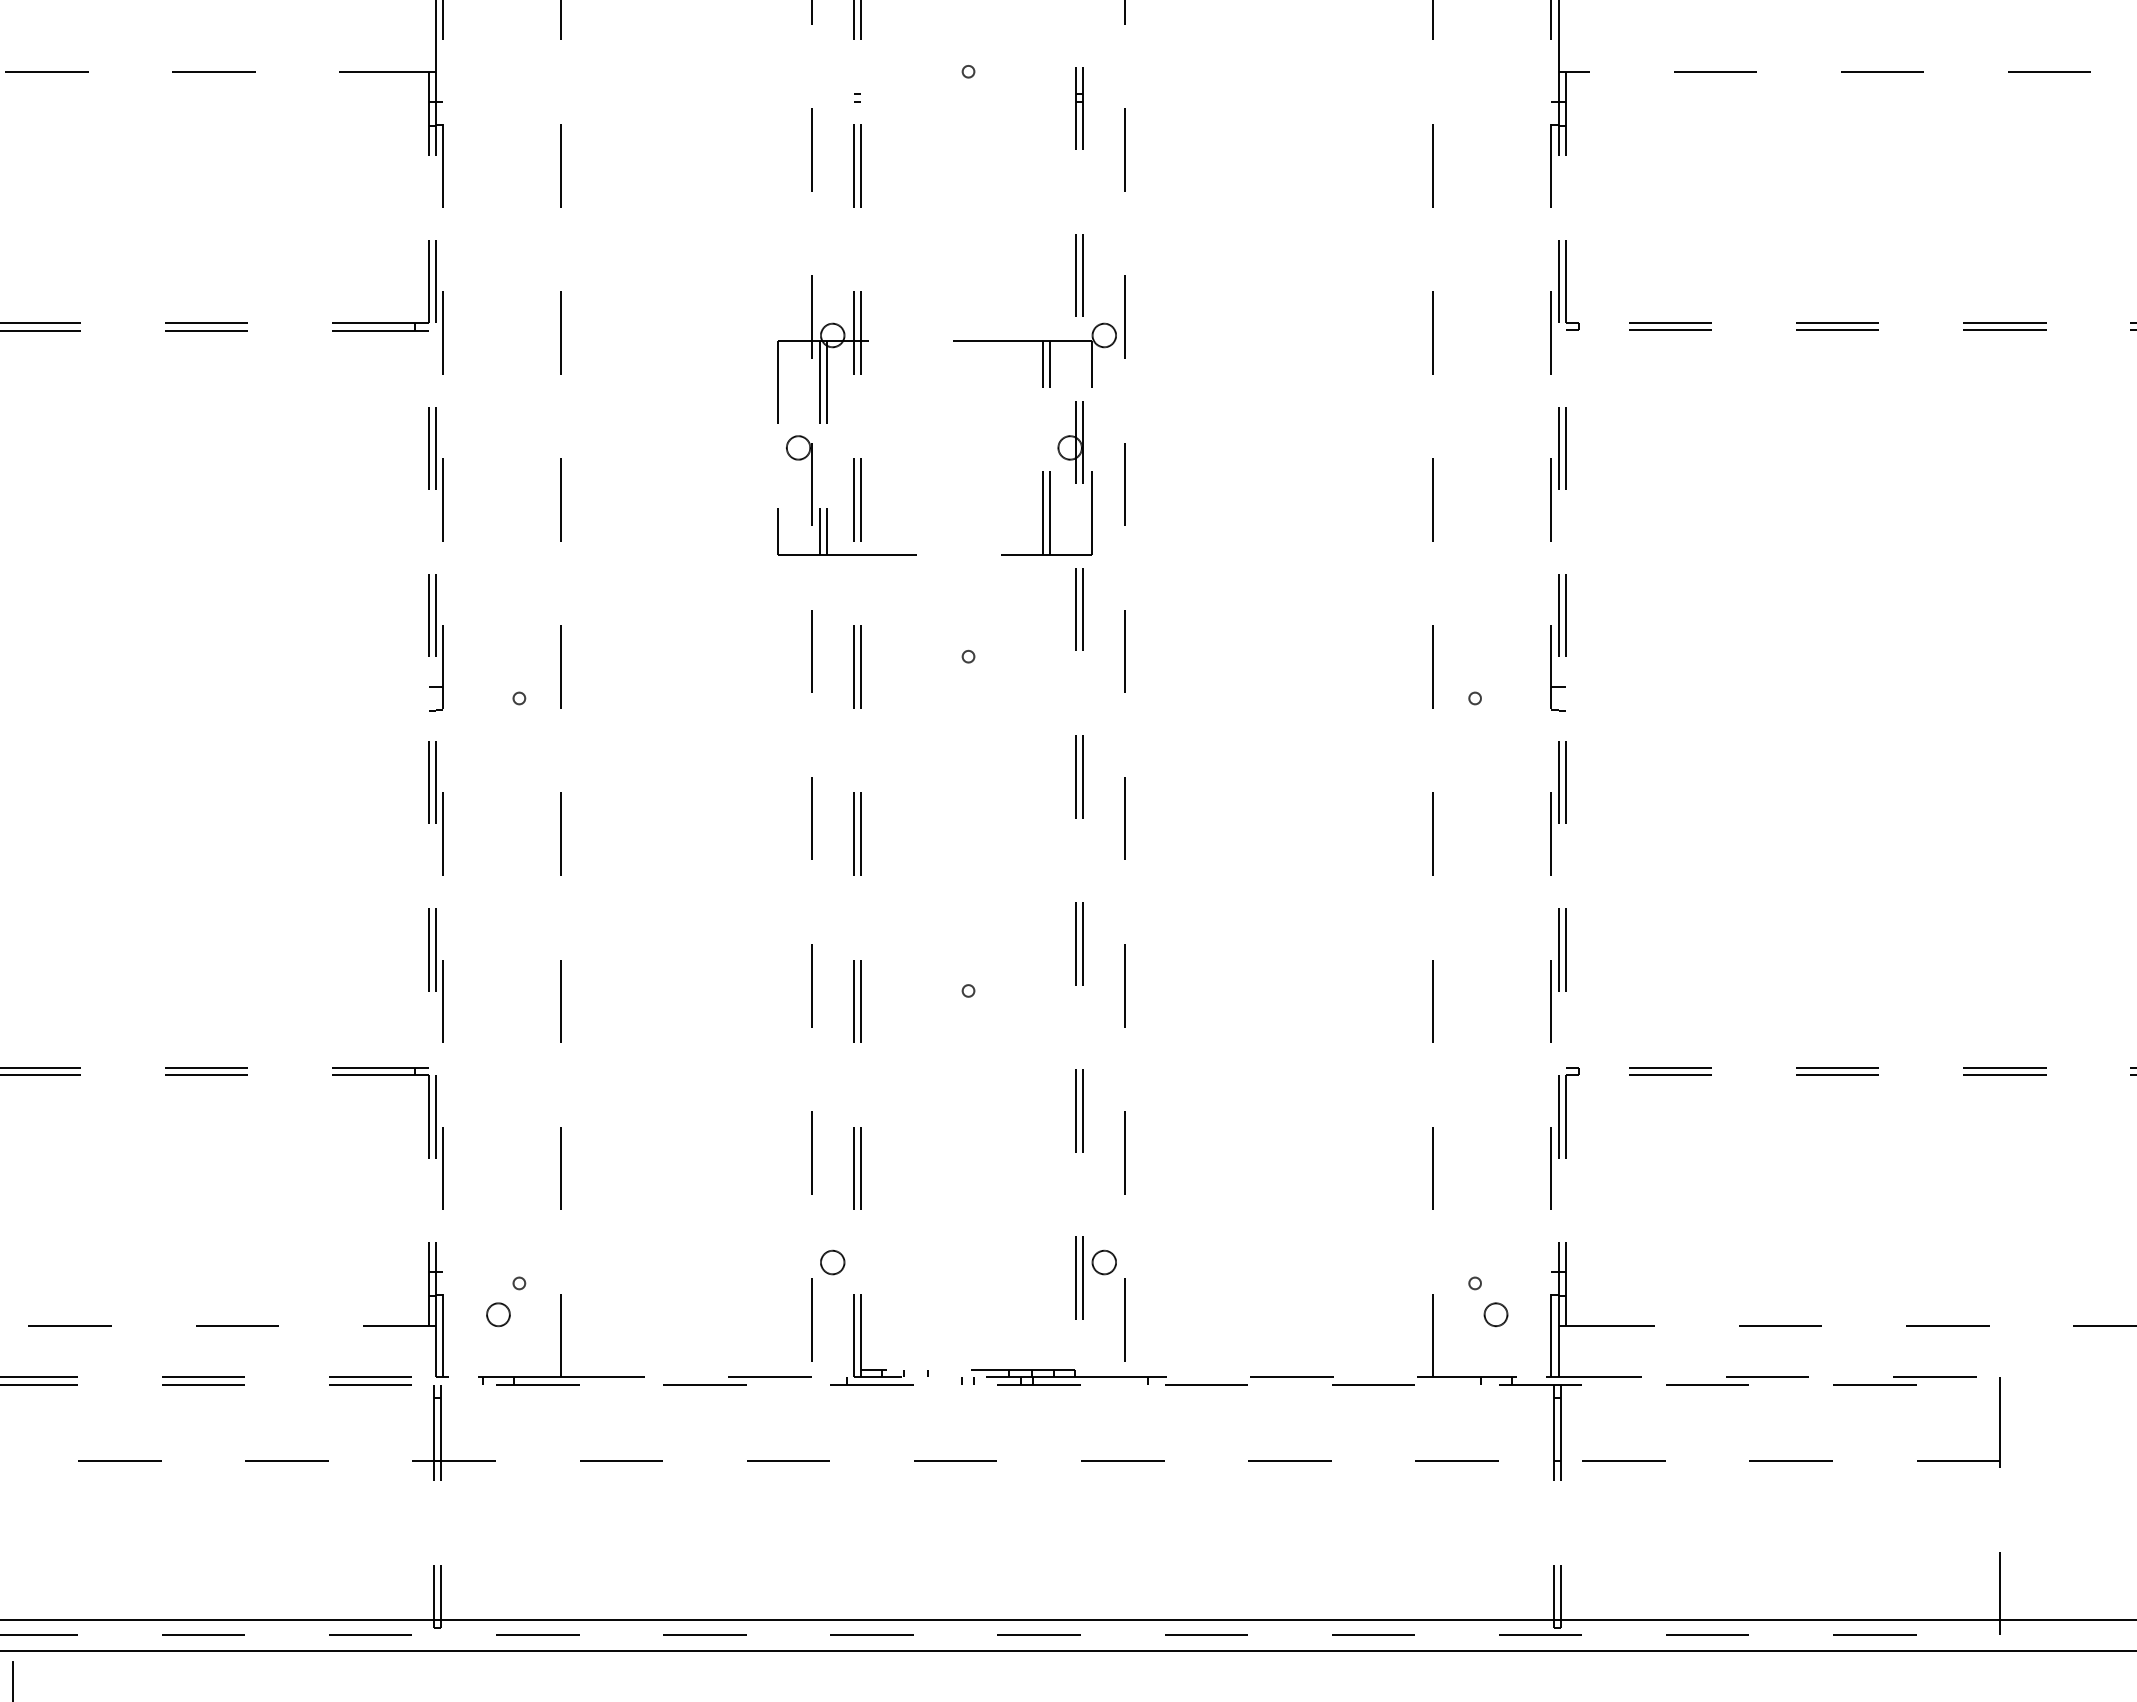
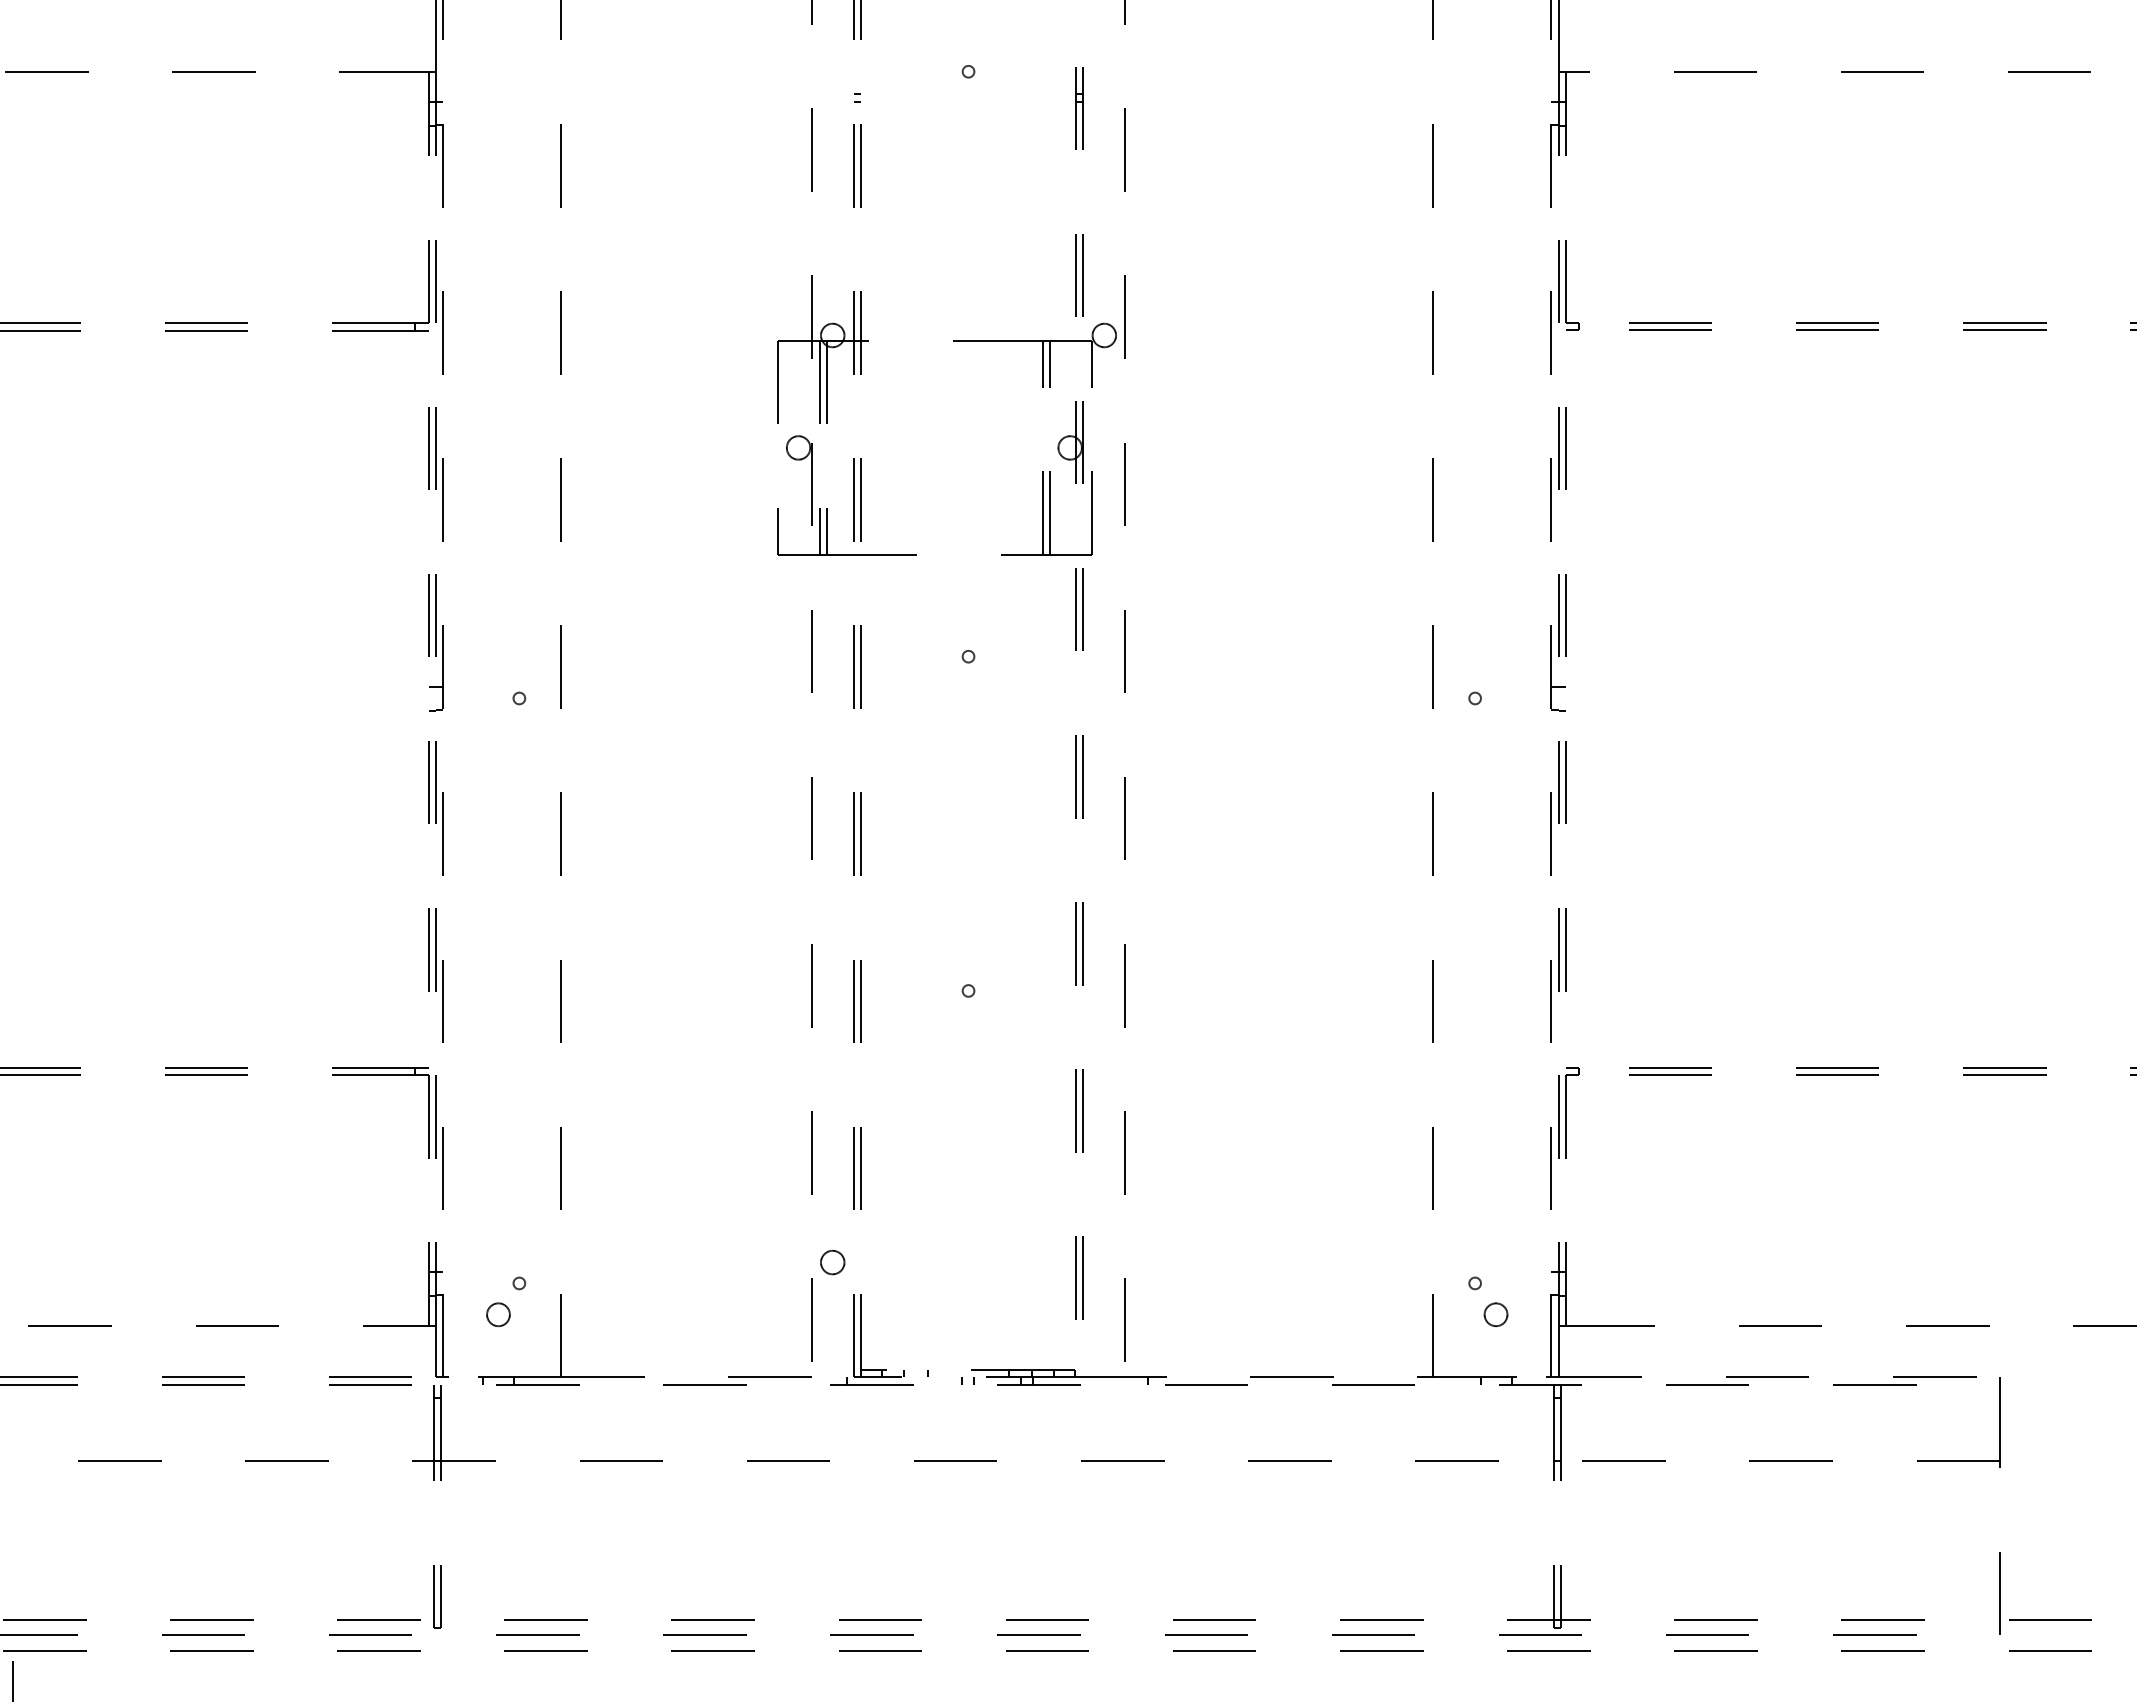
circle at (1103, 1262): present -> none
line at (1068, 1619): solid -> dashed
line at (1068, 1651): solid -> dashed
